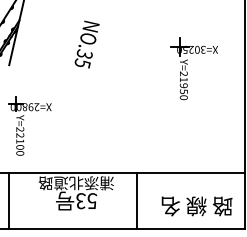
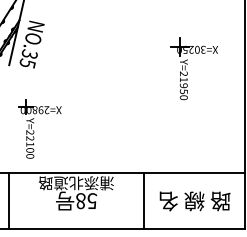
text at (86, 44) position: (86, 44) -> (31, 44)
part at (29, 125) position: (29, 125) -> (39, 128)
text at (80, 201): 53 -> 58
line at (136, 201) position: (136, 201) -> (143, 201)
text at (196, 206) position: (196, 206) -> (194, 201)
